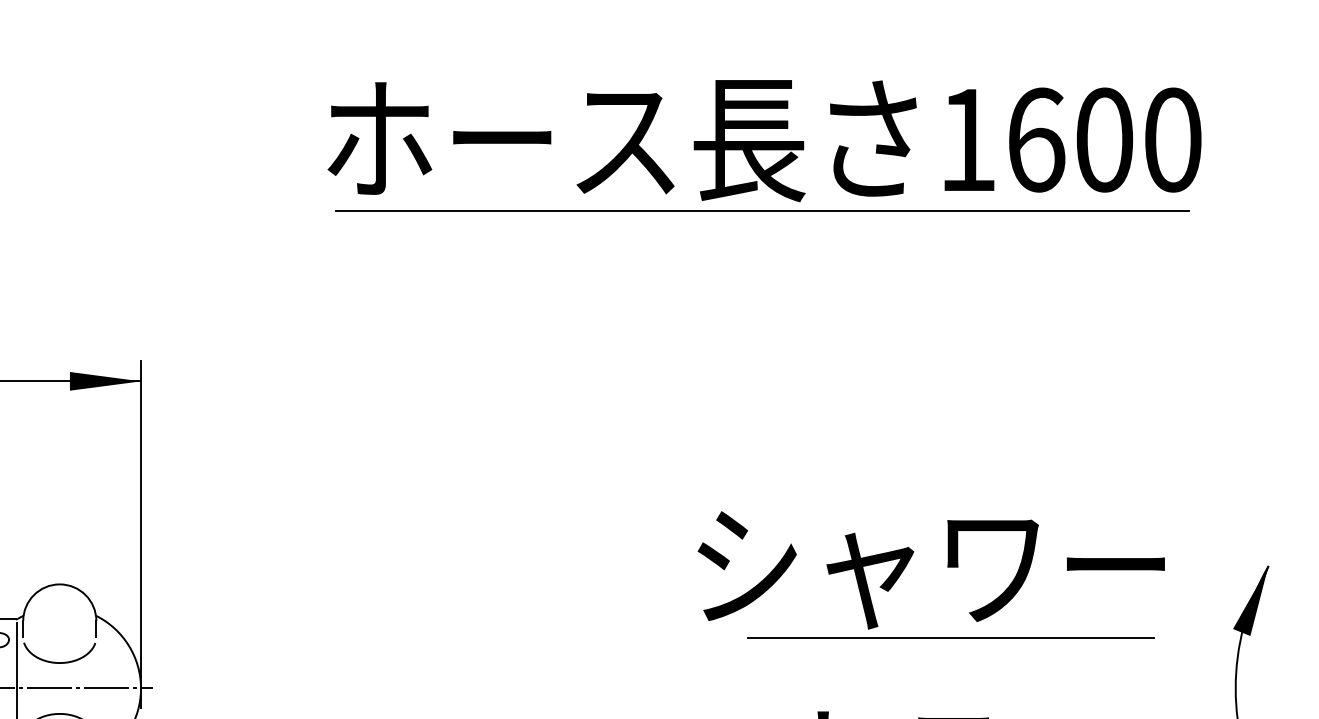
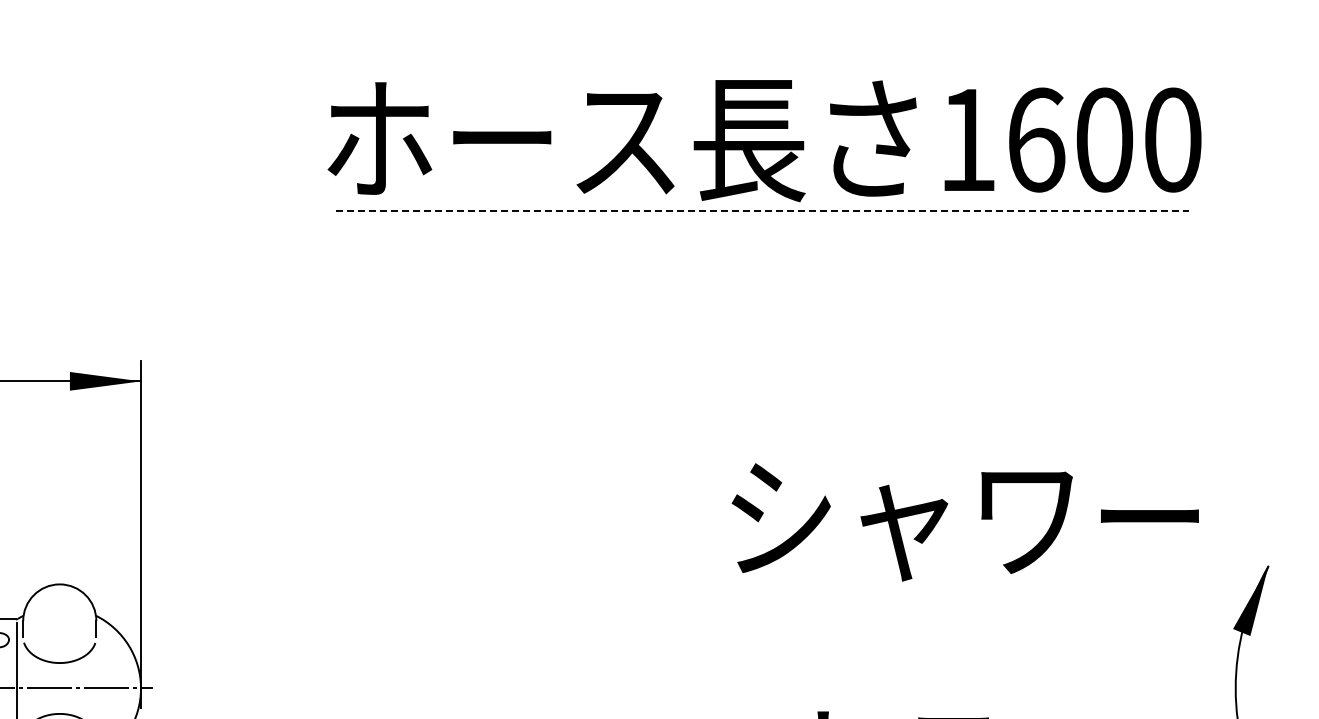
line at (762, 211): solid -> dashed
text at (930, 570) position: (930, 570) -> (964, 522)
line at (951, 637): present -> none
